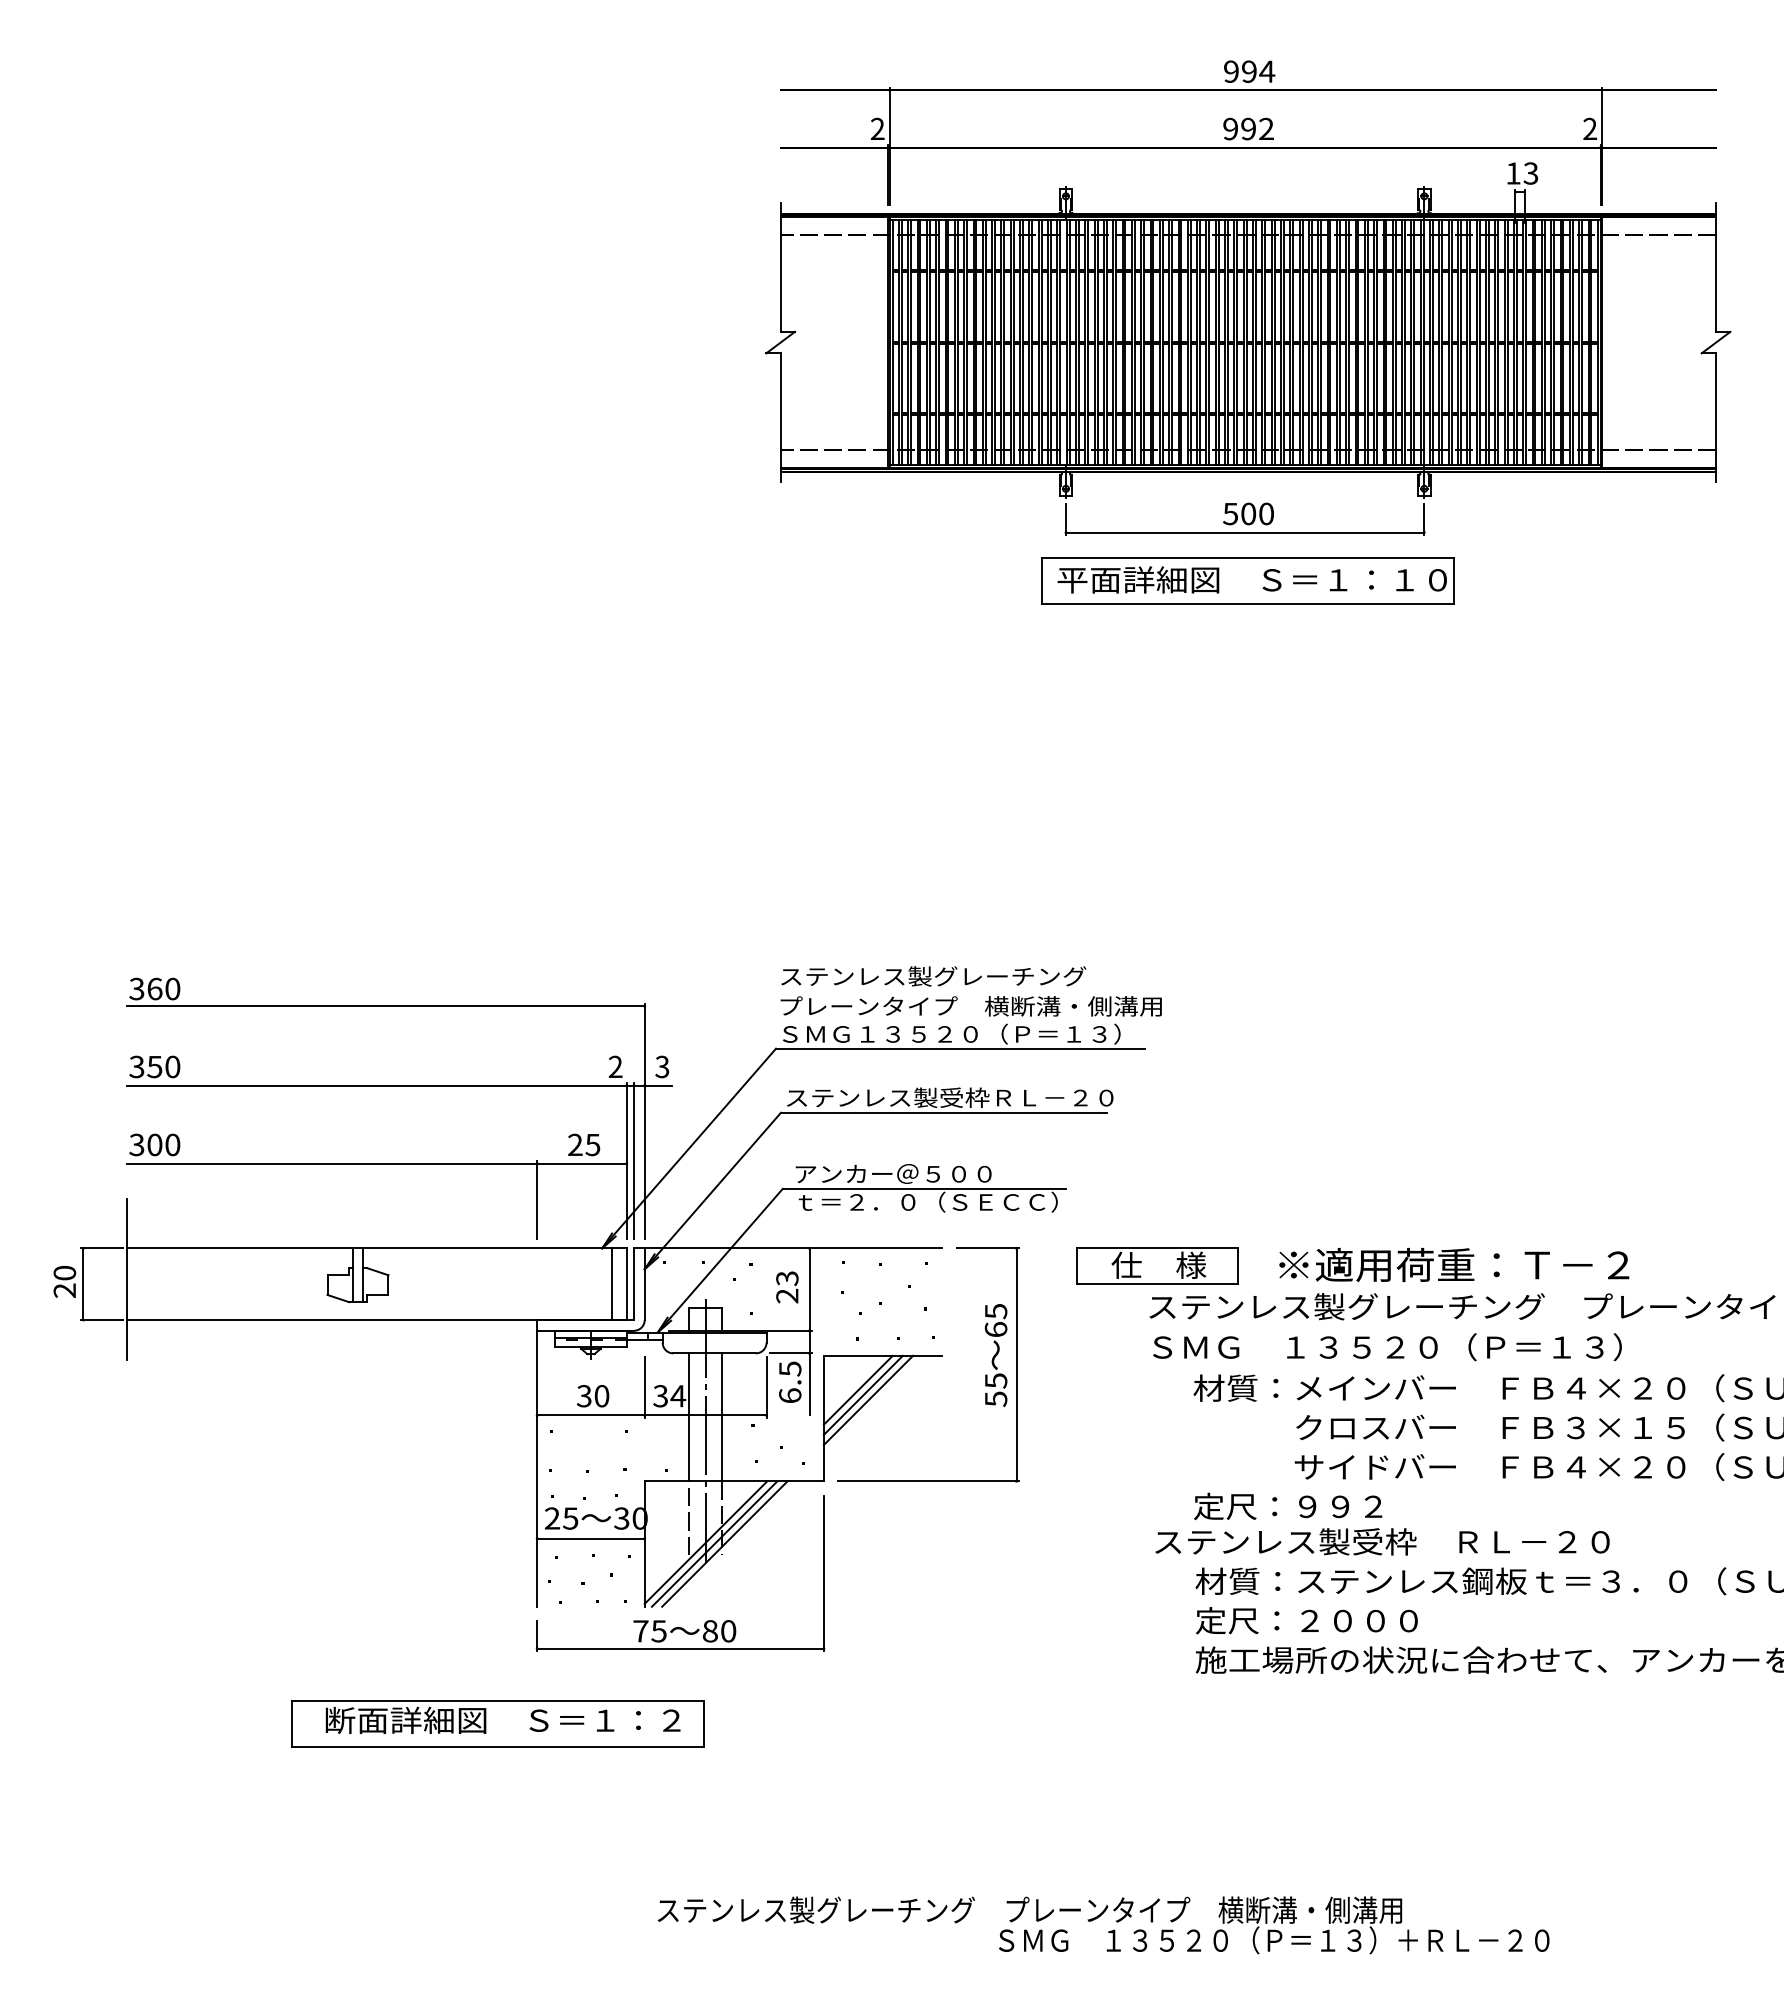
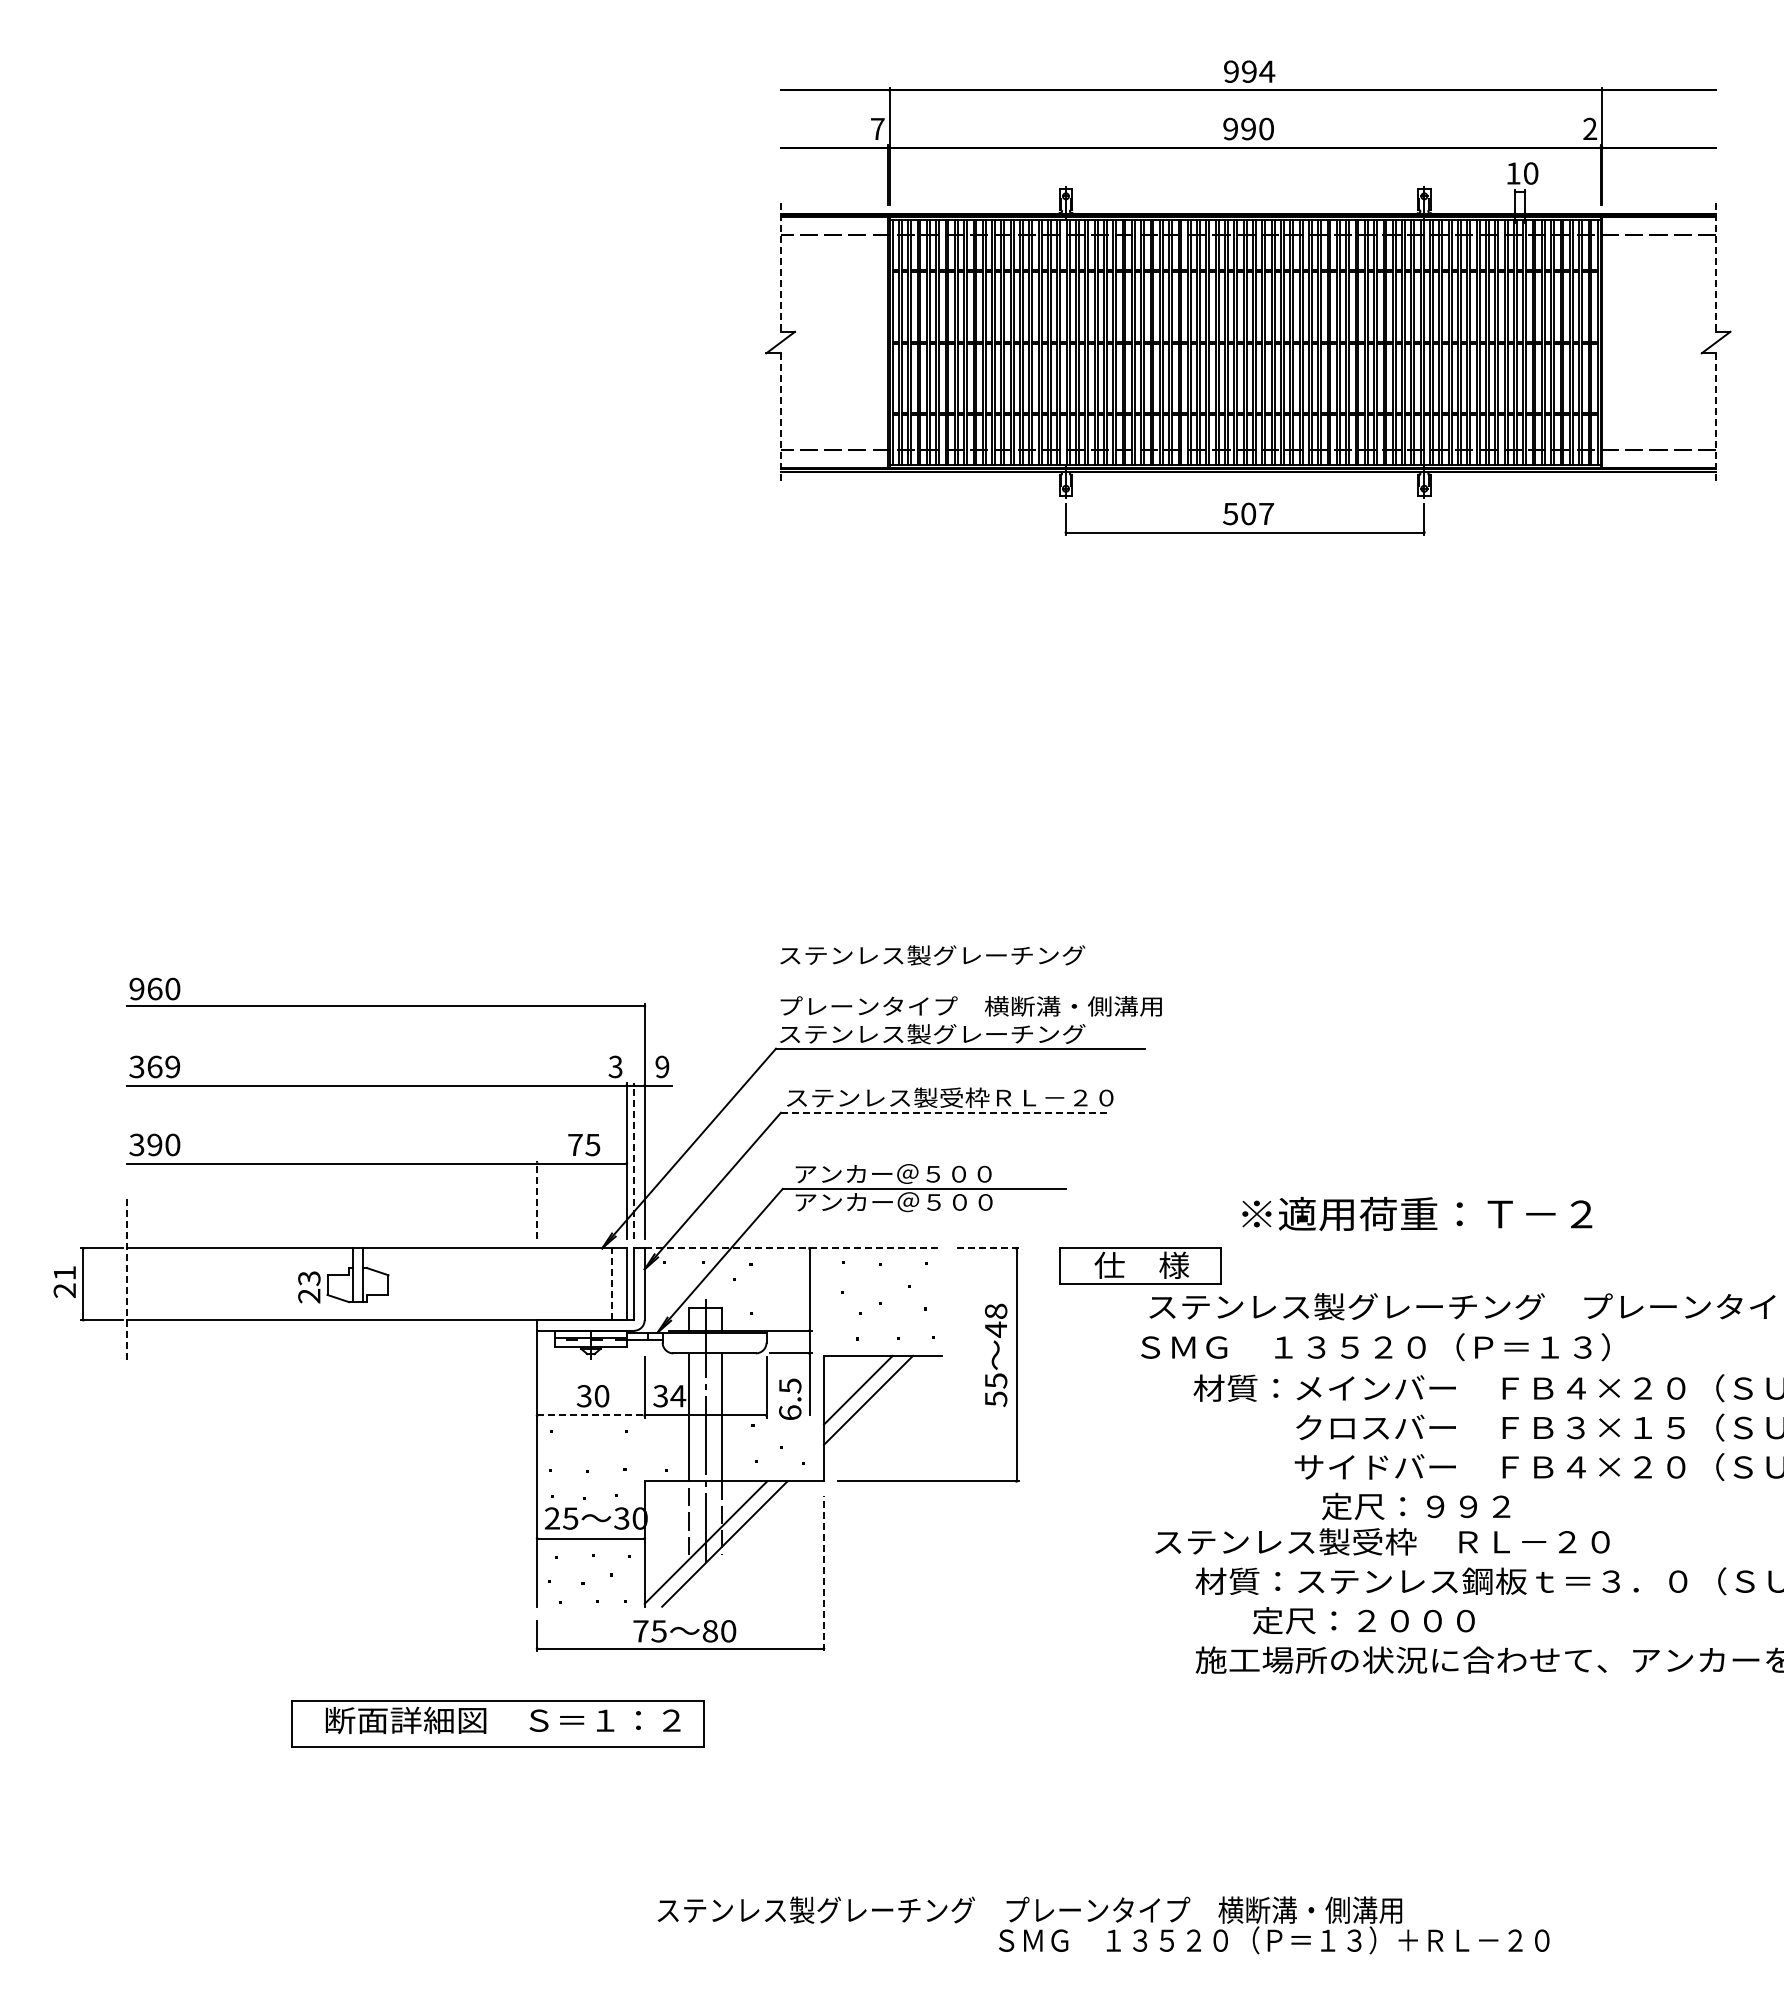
text at (877, 128): 2 -> 7
text at (1266, 128): 992 -> 990
text at (1530, 173): 13 -> 10
line at (780, 267): solid -> dashed
line at (1716, 267): solid -> dashed
line at (780, 417): solid -> dashed
line at (1716, 417): solid -> dashed
text at (1266, 513): 500 -> 507
part at (1247, 580): present -> none
text at (933, 976) position: (933, 976) -> (932, 955)
text at (136, 989): 360 -> 960
text at (950, 1033): ＳＭＧ１３５２０（Ｐ＝１３） -> ステンレス製グレーチング
text at (163, 1066): 350 -> 369
text at (615, 1067): 2 -> 3
text at (662, 1067): 3 -> 9
line at (943, 1112): solid -> dashed
text at (154, 1144): 300 -> 390
text at (575, 1144): 25 -> 75
line at (633, 1161): solid -> dashed
line at (537, 1200): solid -> dashed
text at (926, 1201): ｔ＝２．０（ＳＥＣＣ） -> アンカー＠５００
line at (793, 1248): solid -> dashed
line at (987, 1248): solid -> dashed
part at (1157, 1265) position: (1157, 1265) -> (1140, 1265)
text at (1454, 1265) position: (1454, 1265) -> (1417, 1214)
text at (64, 1272): 20 -> 21
line at (126, 1278): solid -> dashed
line at (612, 1284): solid -> dashed
text at (787, 1287) position: (787, 1287) -> (309, 1287)
text at (995, 1320): 65 -> 48
text at (1387, 1347) position: (1387, 1347) -> (1375, 1347)
text at (790, 1381) position: (790, 1381) -> (790, 1398)
line at (862, 1394): present -> none
line at (590, 1415): solid -> dashed
text at (1288, 1506) position: (1288, 1506) -> (1416, 1506)
line at (714, 1543): present -> none
line at (823, 1573): solid -> dashed
text at (1306, 1620) position: (1306, 1620) -> (1363, 1620)
